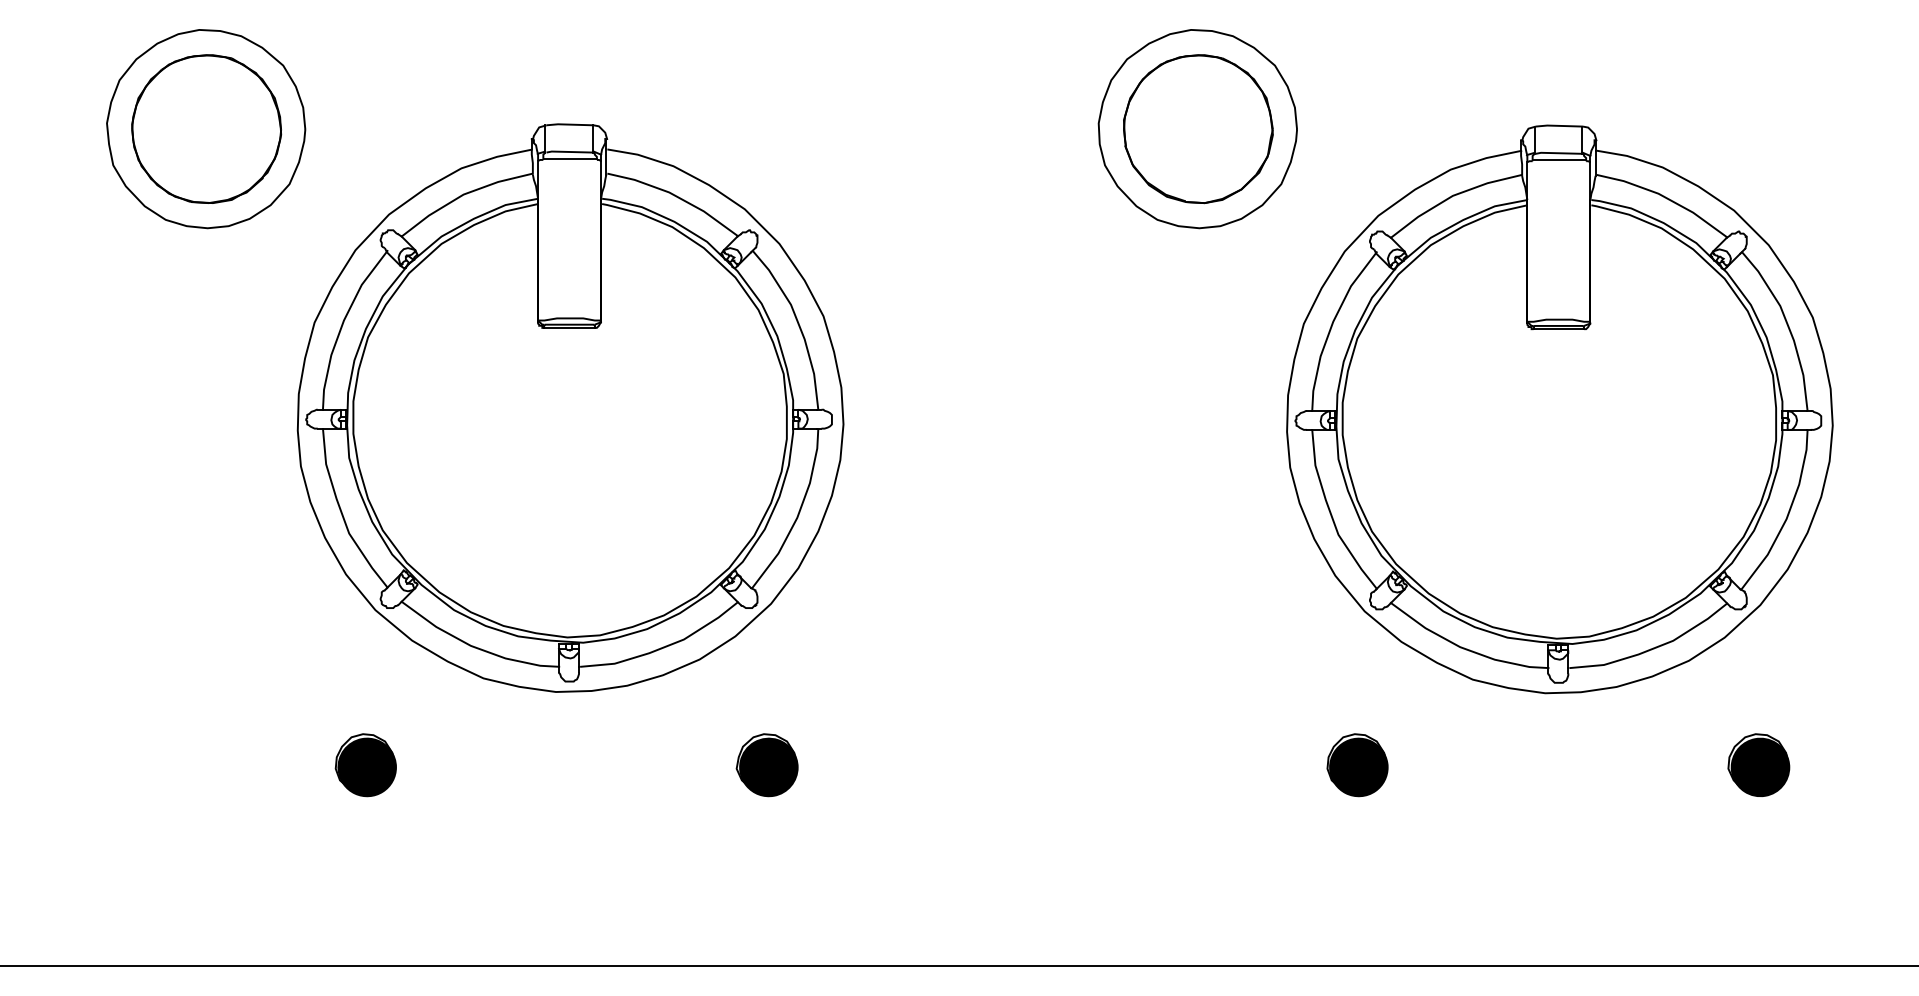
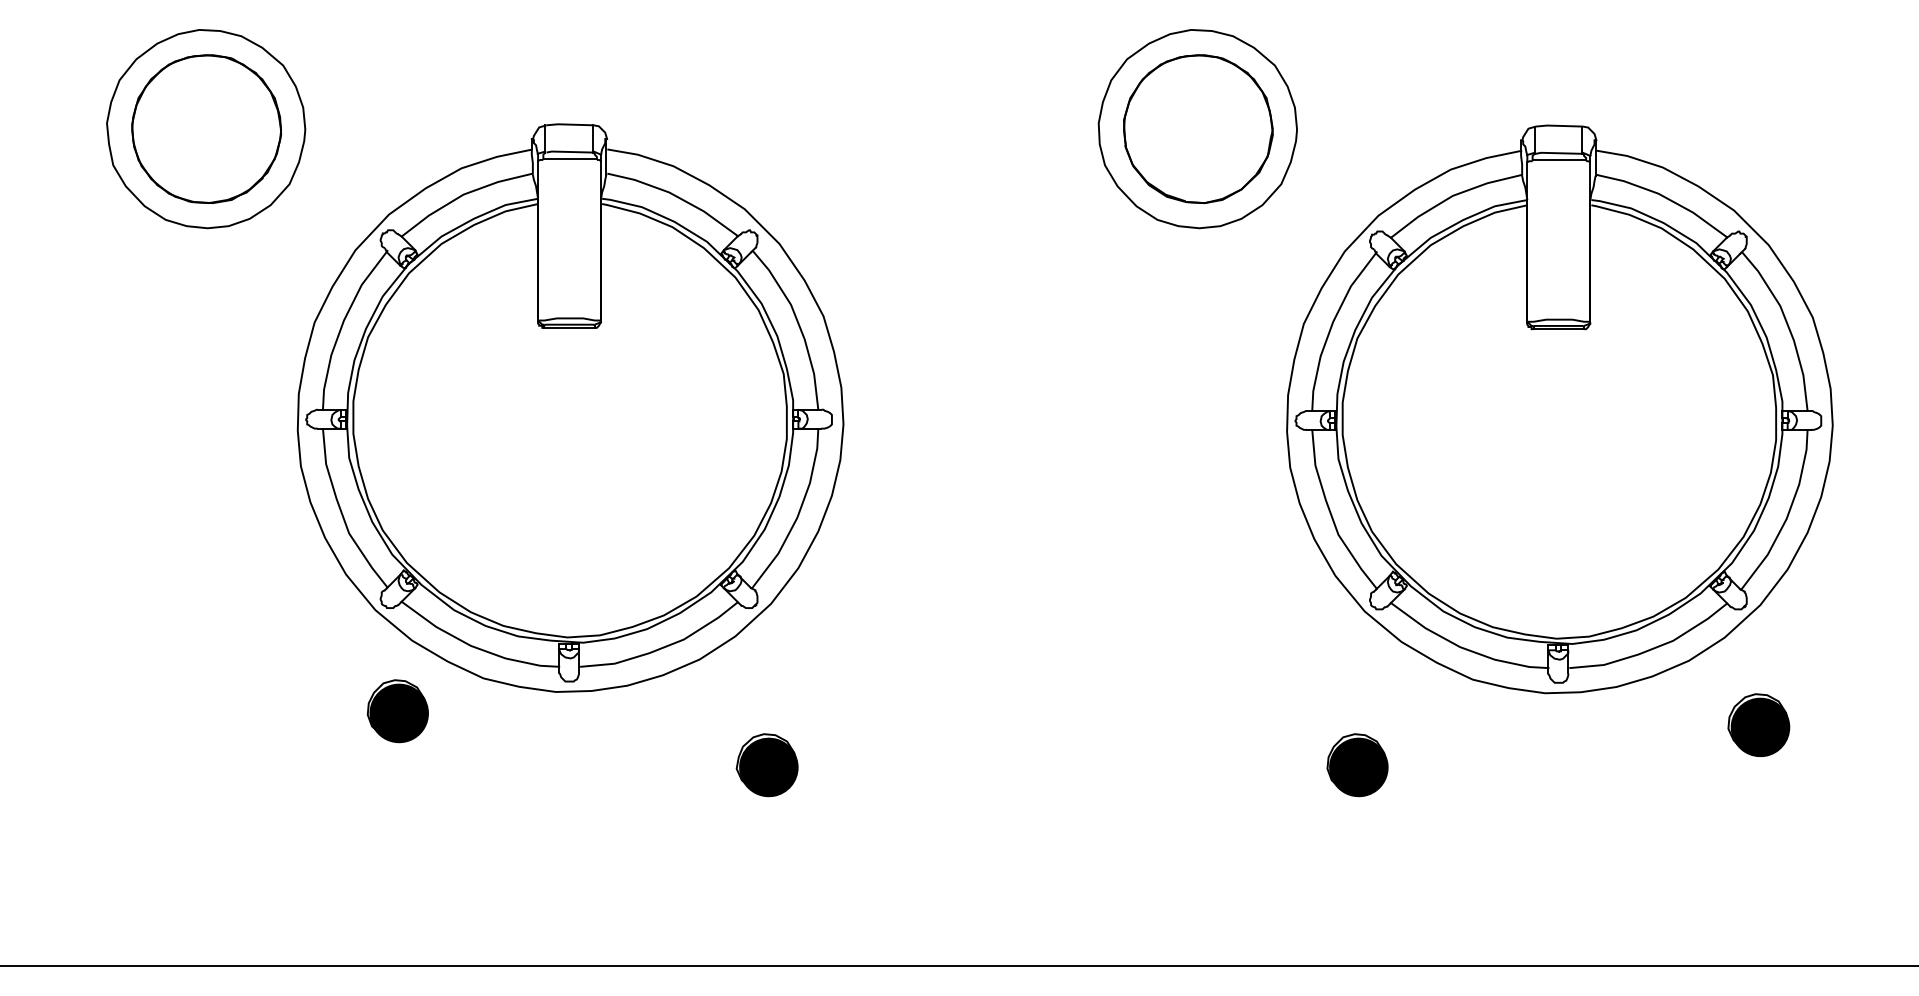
part at (1758, 764) position: (1758, 764) -> (1758, 724)
part at (365, 765) position: (365, 765) -> (397, 711)
